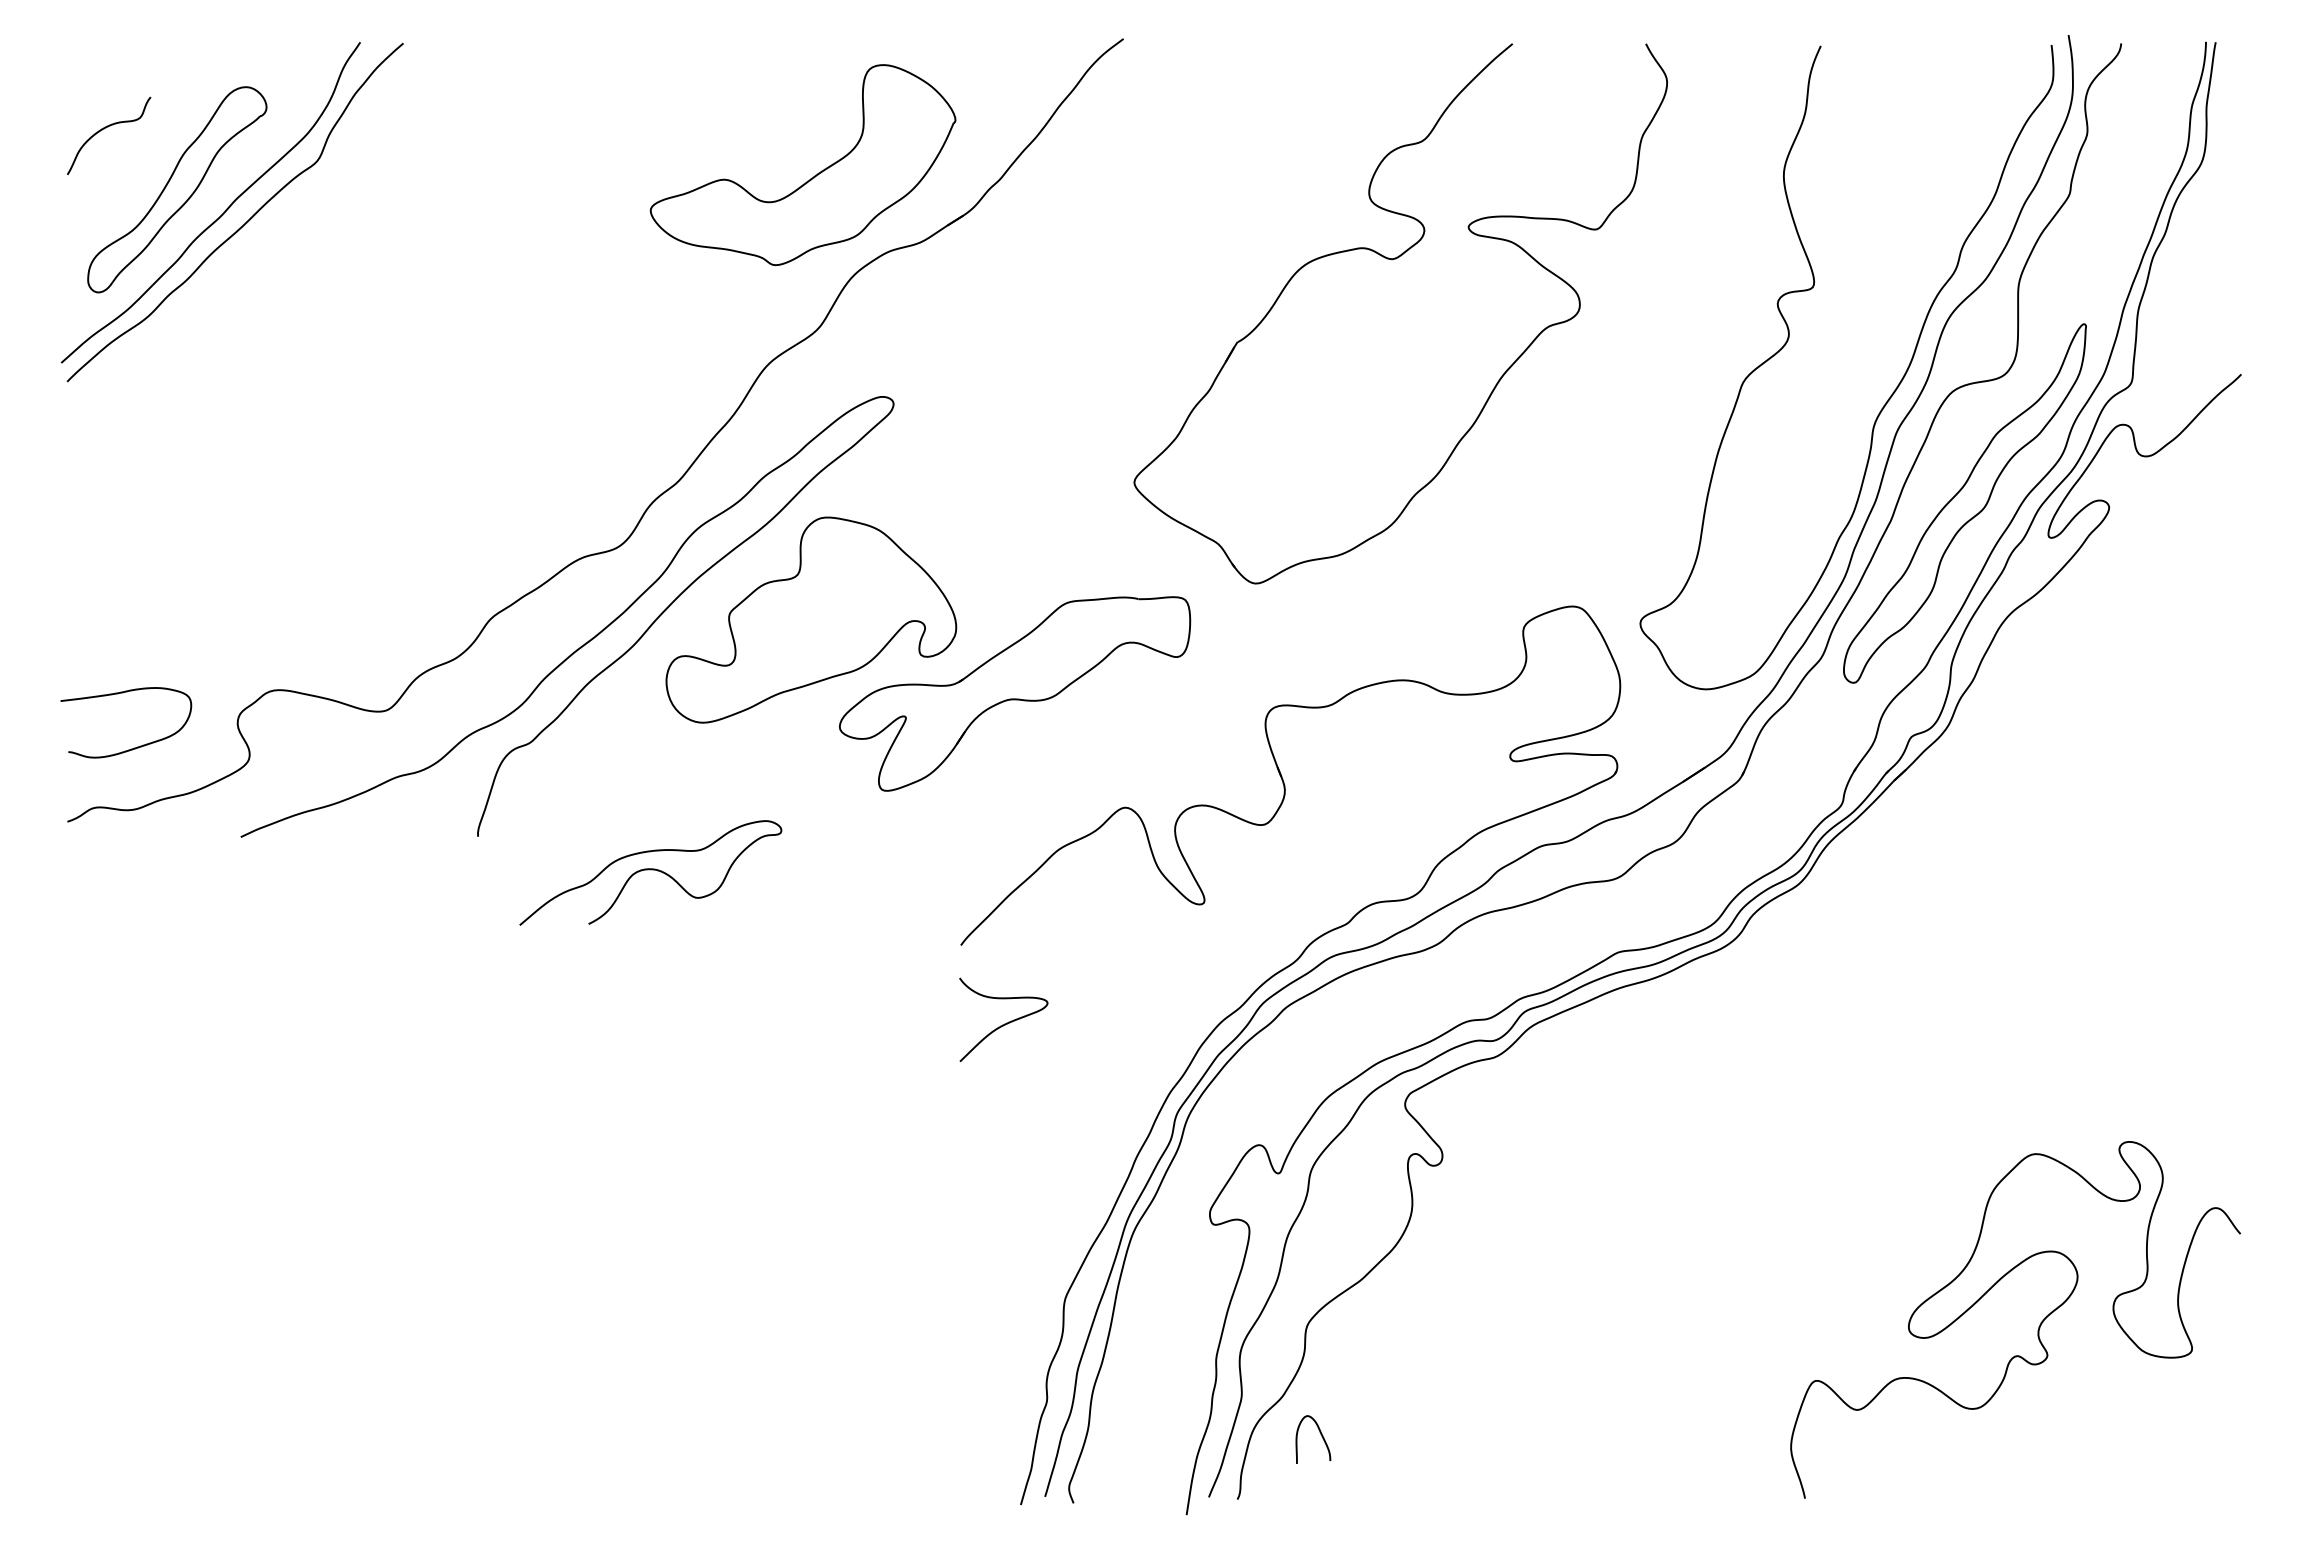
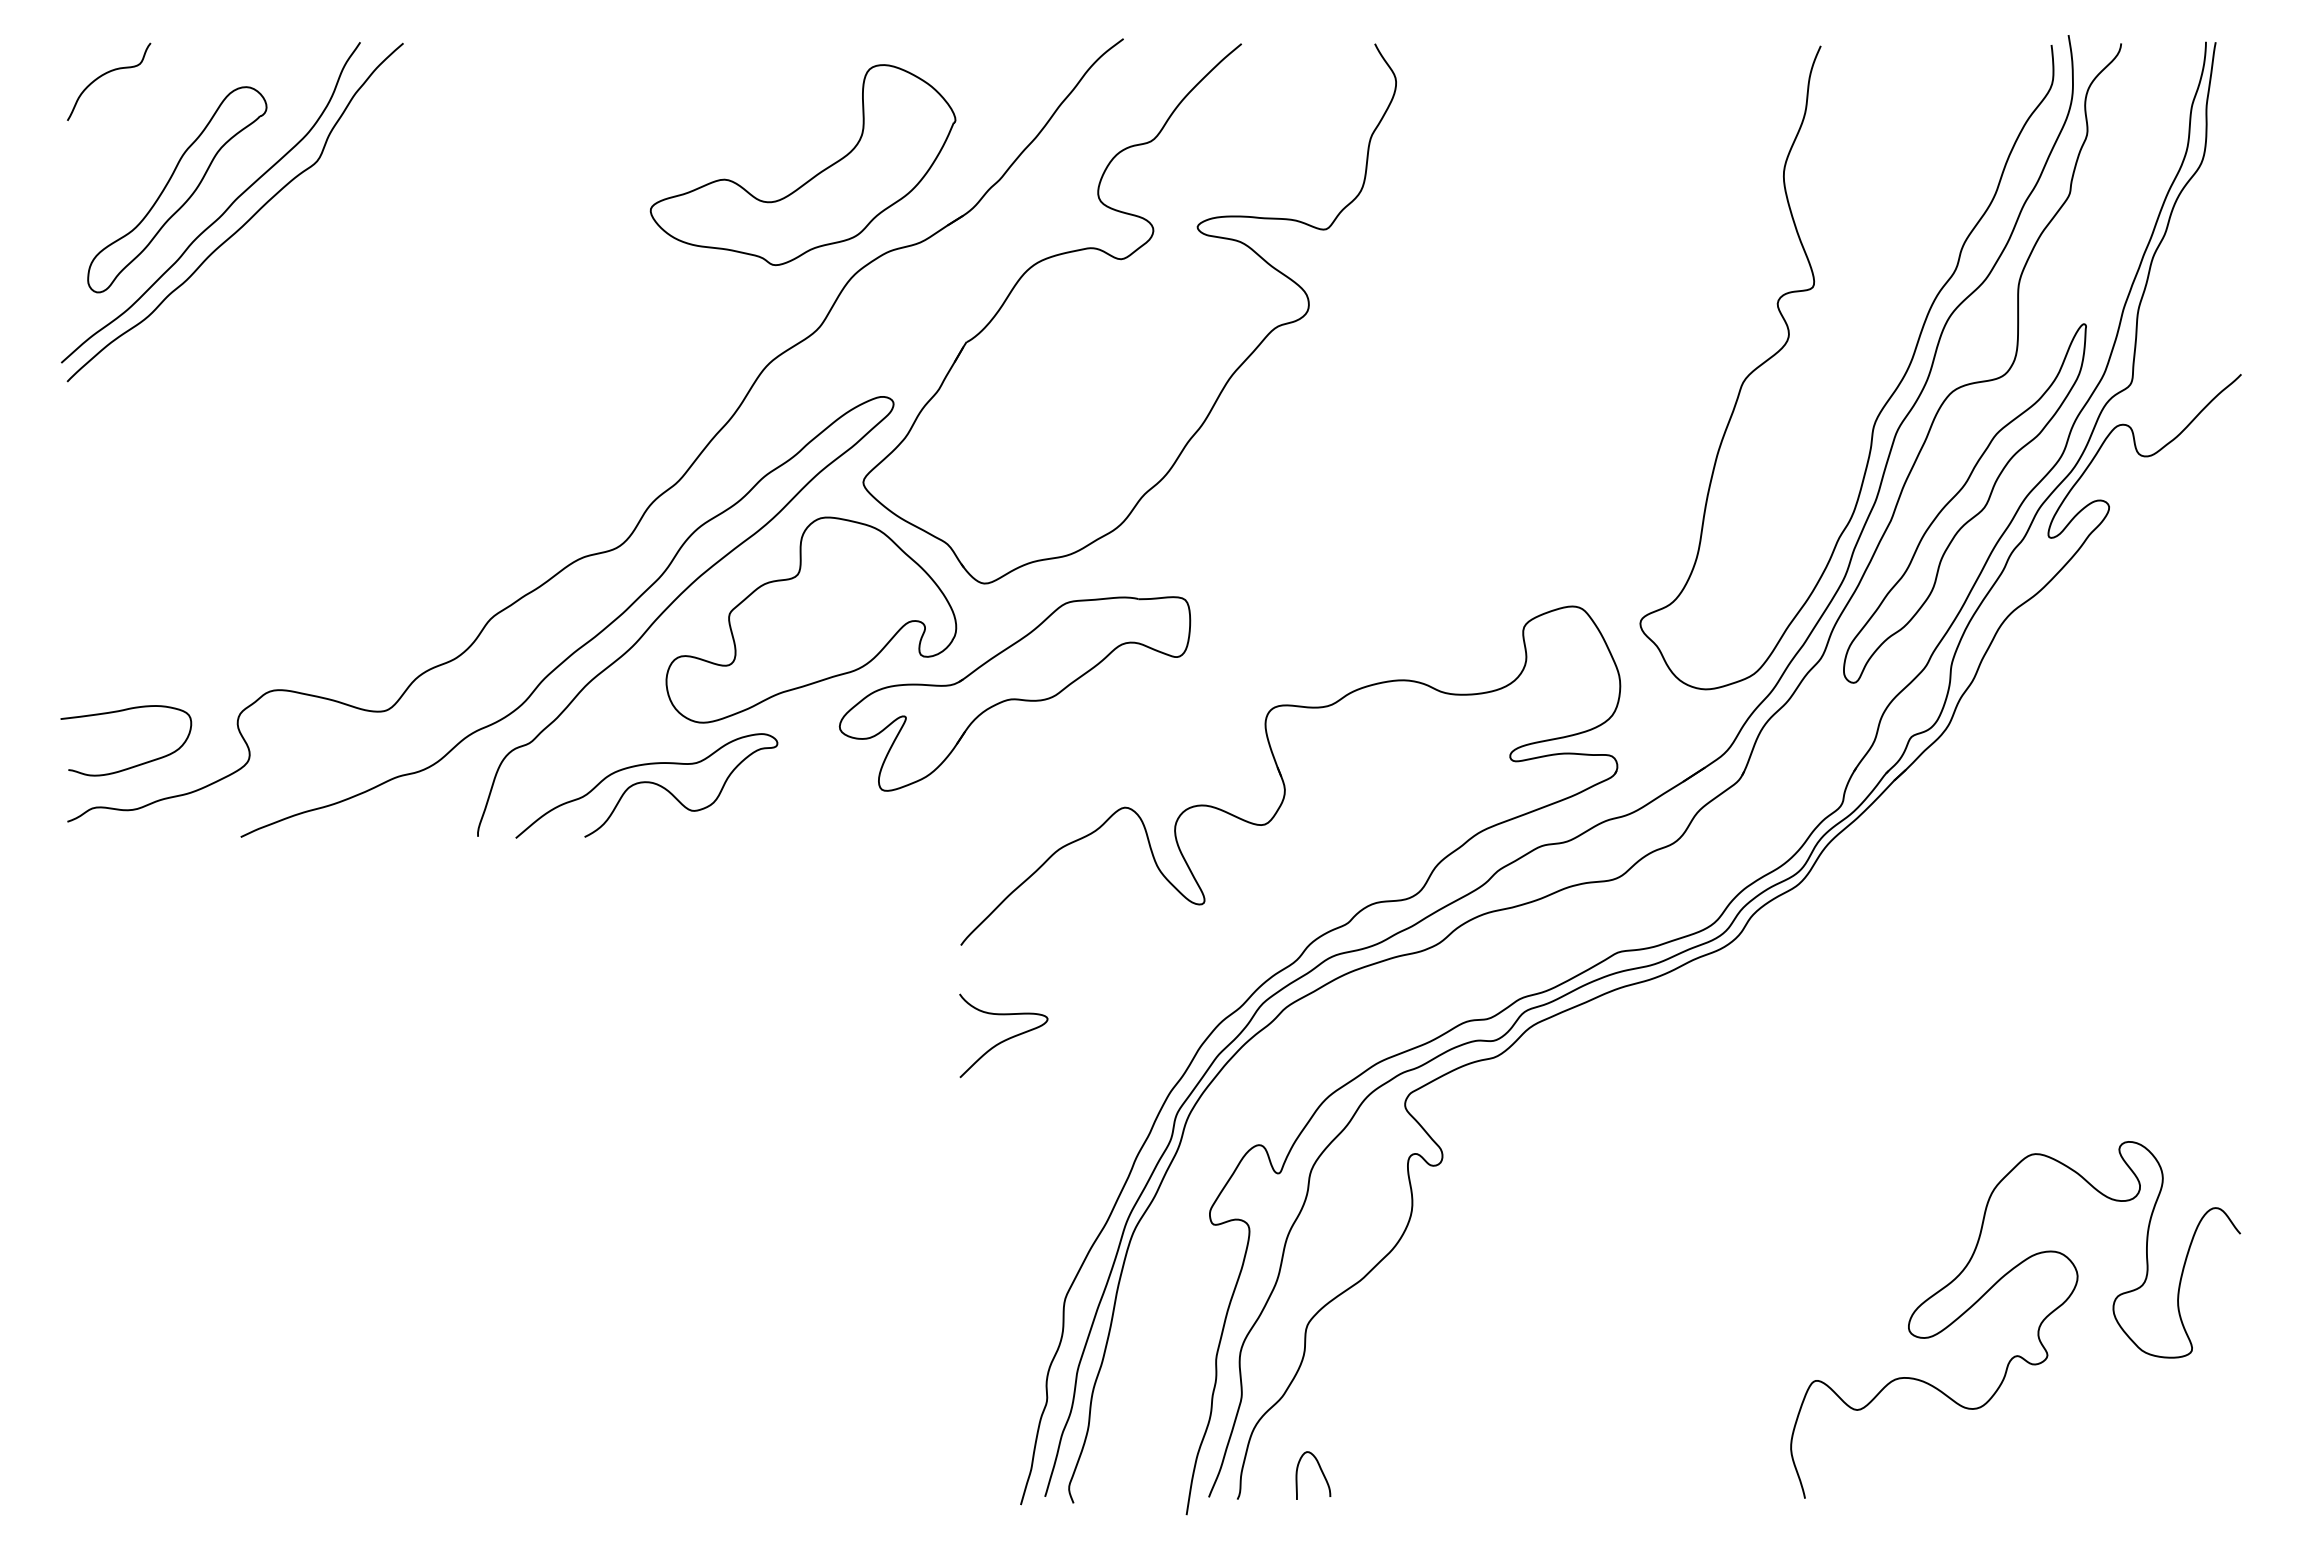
curve at (106, 128) position: (106, 128) -> (106, 74)
part at (1392, 260) position: (1392, 260) -> (1121, 260)
curve at (134, 747) position: (134, 747) -> (134, 765)
curve at (650, 870) position: (650, 870) -> (646, 783)
curve at (1004, 1023) position: (1004, 1023) -> (1004, 1039)
curve at (1321, 1436) position: (1321, 1436) -> (1321, 1472)
